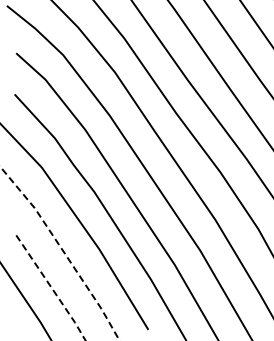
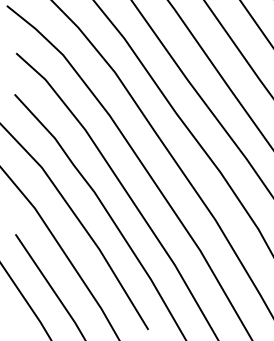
line at (63, 251): dashed -> solid
line at (51, 287): dashed -> solid
